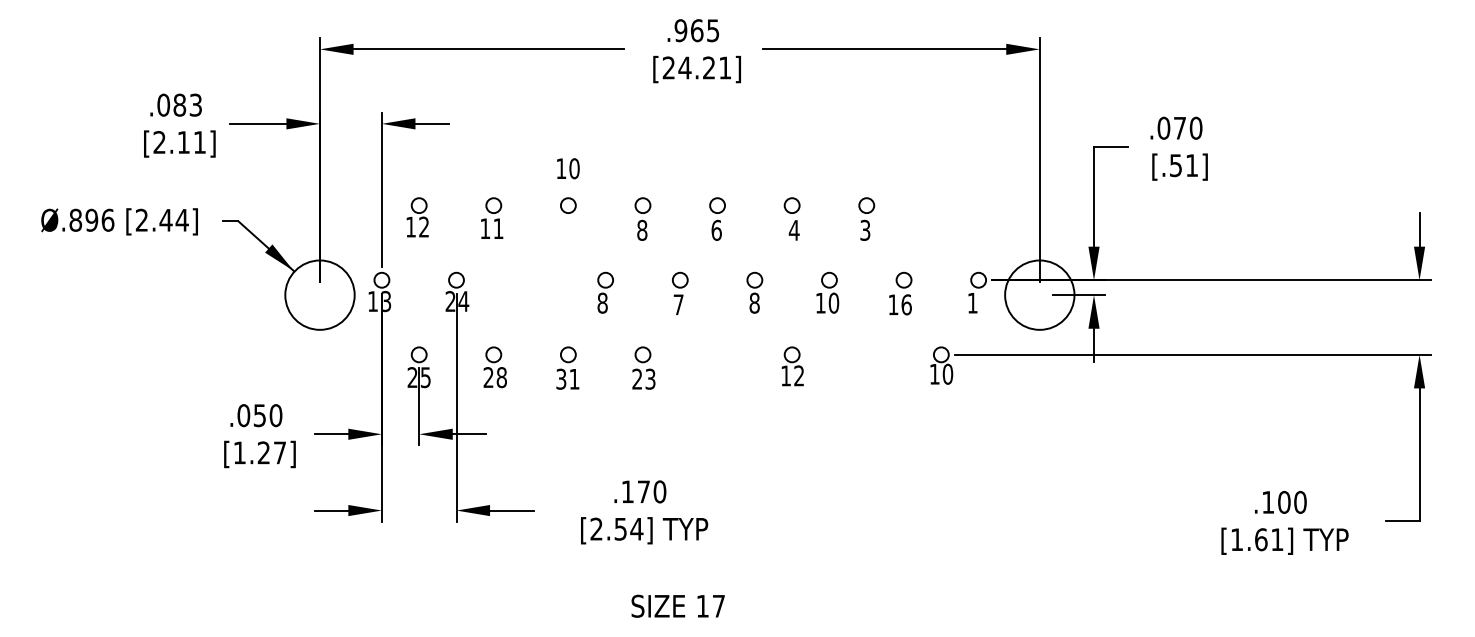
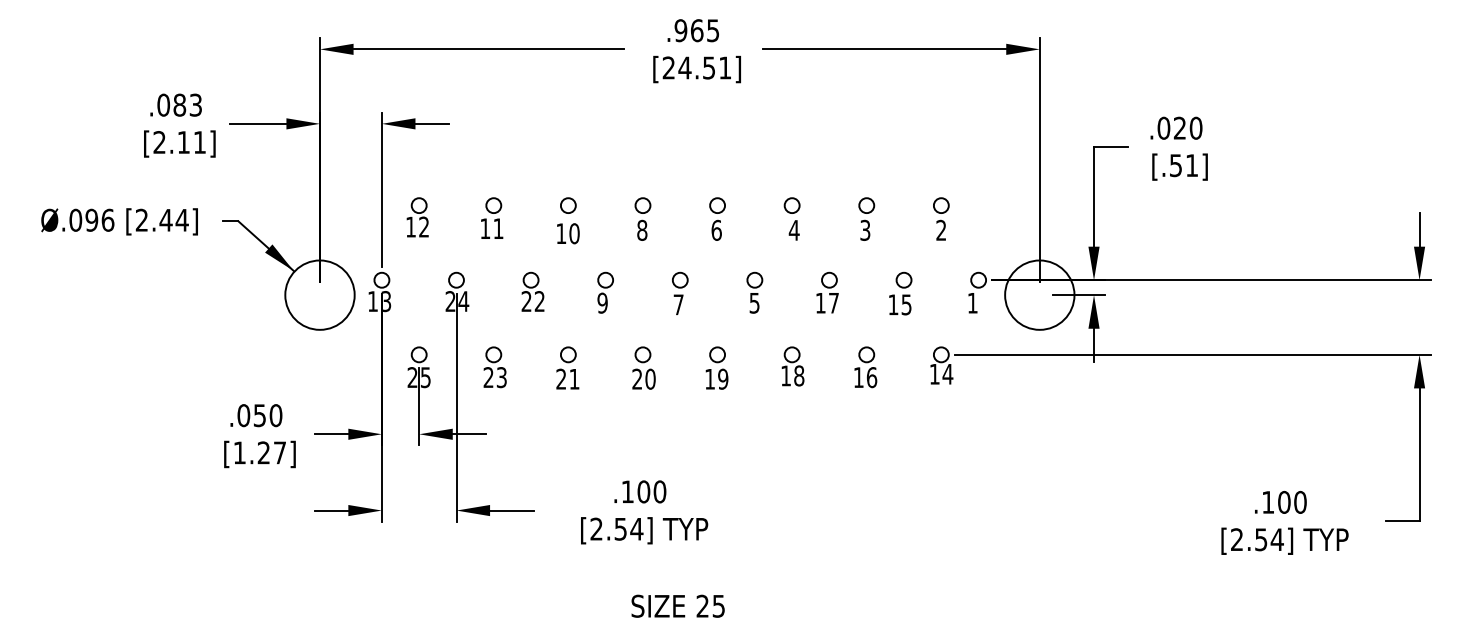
text at (708, 67): [24.21] -> [24.51]
text at (1179, 127): .070 -> .020
text at (568, 168) position: (568, 168) -> (568, 233)
part at (941, 218): none -> present
text at (75, 220): Ø.896 -> Ø.096
part at (532, 291): none -> present
text at (754, 302): 8 -> 5
text at (833, 302): 10 -> 17
text at (602, 303): 8 -> 9
text at (906, 304): 16 -> 15
part at (716, 367): none -> present
part at (865, 367): none -> present
text at (947, 373): 10 -> 14
text at (799, 375): 12 -> 18
text at (501, 377): 28 -> 23
text at (650, 378): 23 -> 20
text at (561, 379): 31 -> 21
text at (643, 491): .170 -> .100
text at (1257, 539): [1.61] -> [2.54]
text at (710, 605): 17 -> 25
